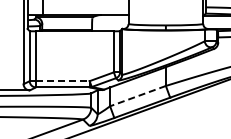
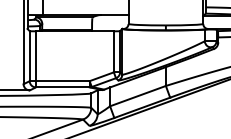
line at (62, 81): dashed -> solid
line at (138, 96): dashed -> solid
